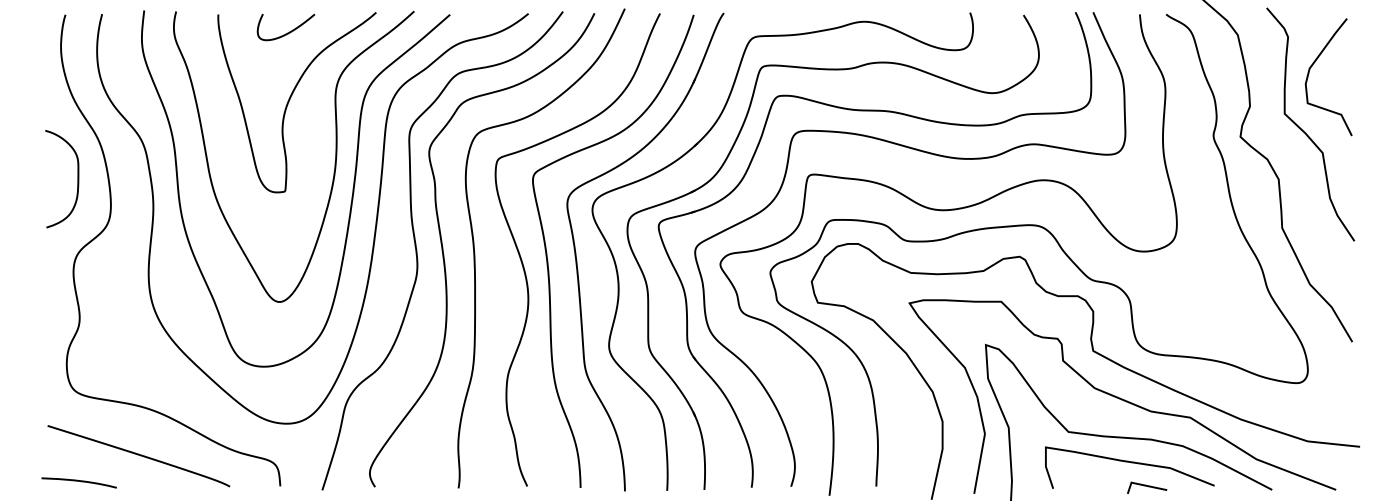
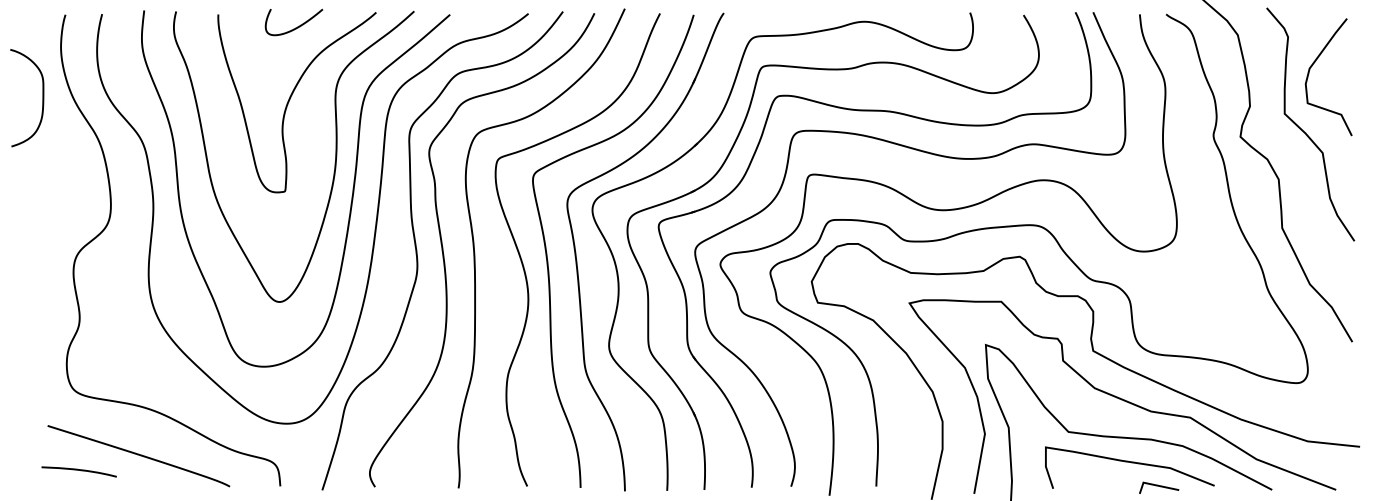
curve at (287, 32) position: (287, 32) -> (295, 27)
curve at (77, 179) position: (77, 179) -> (42, 98)
curve at (78, 481) position: (78, 481) -> (78, 470)
line at (1147, 486) position: (1147, 486) -> (1159, 486)
